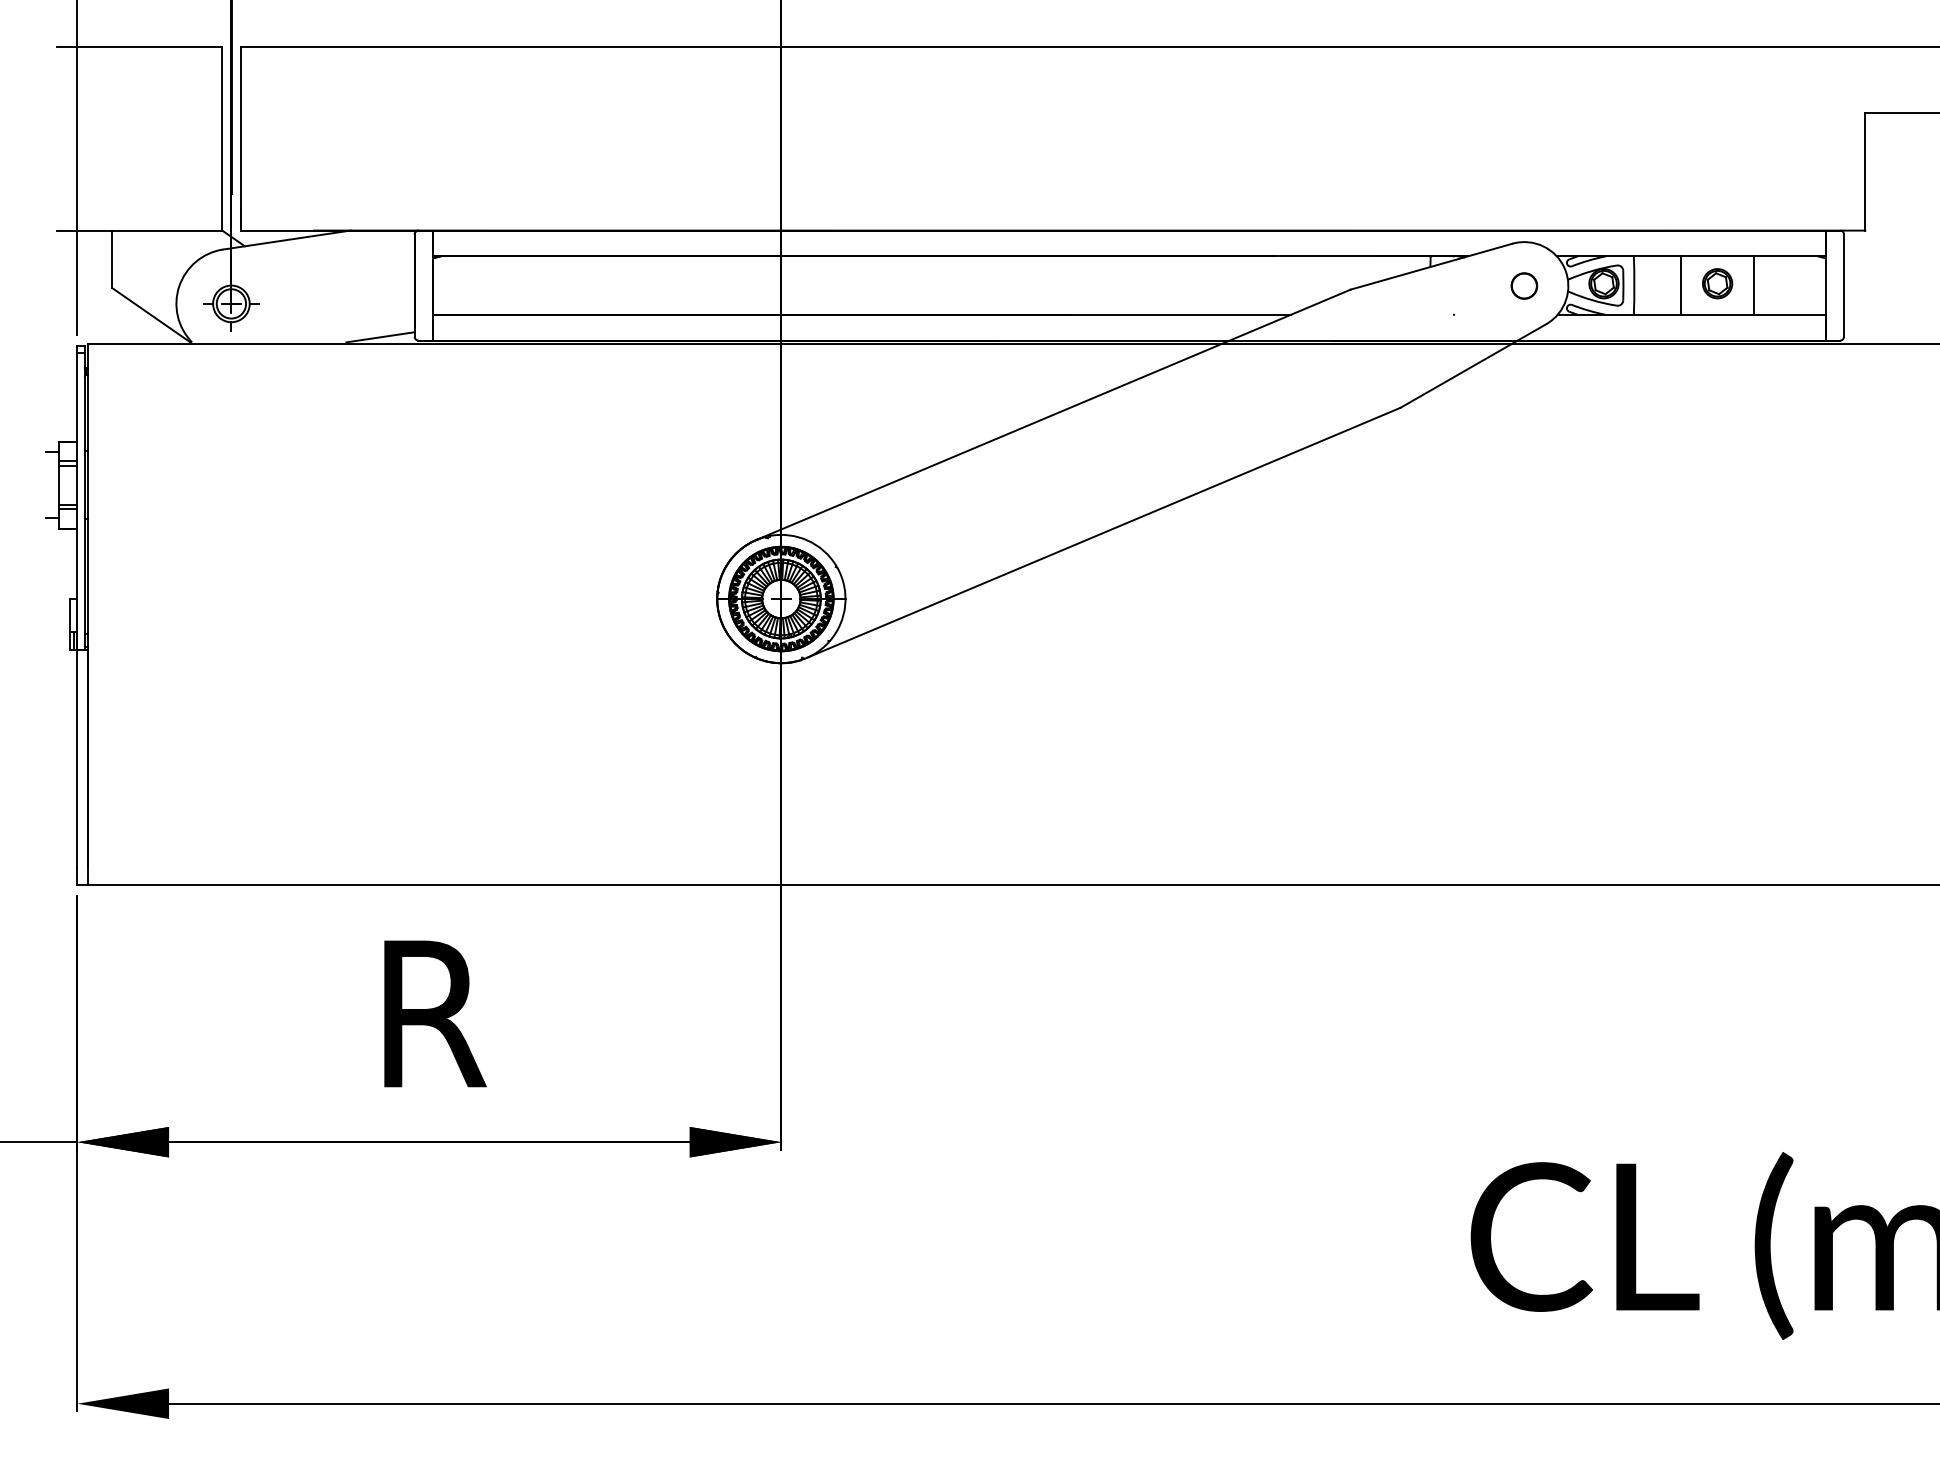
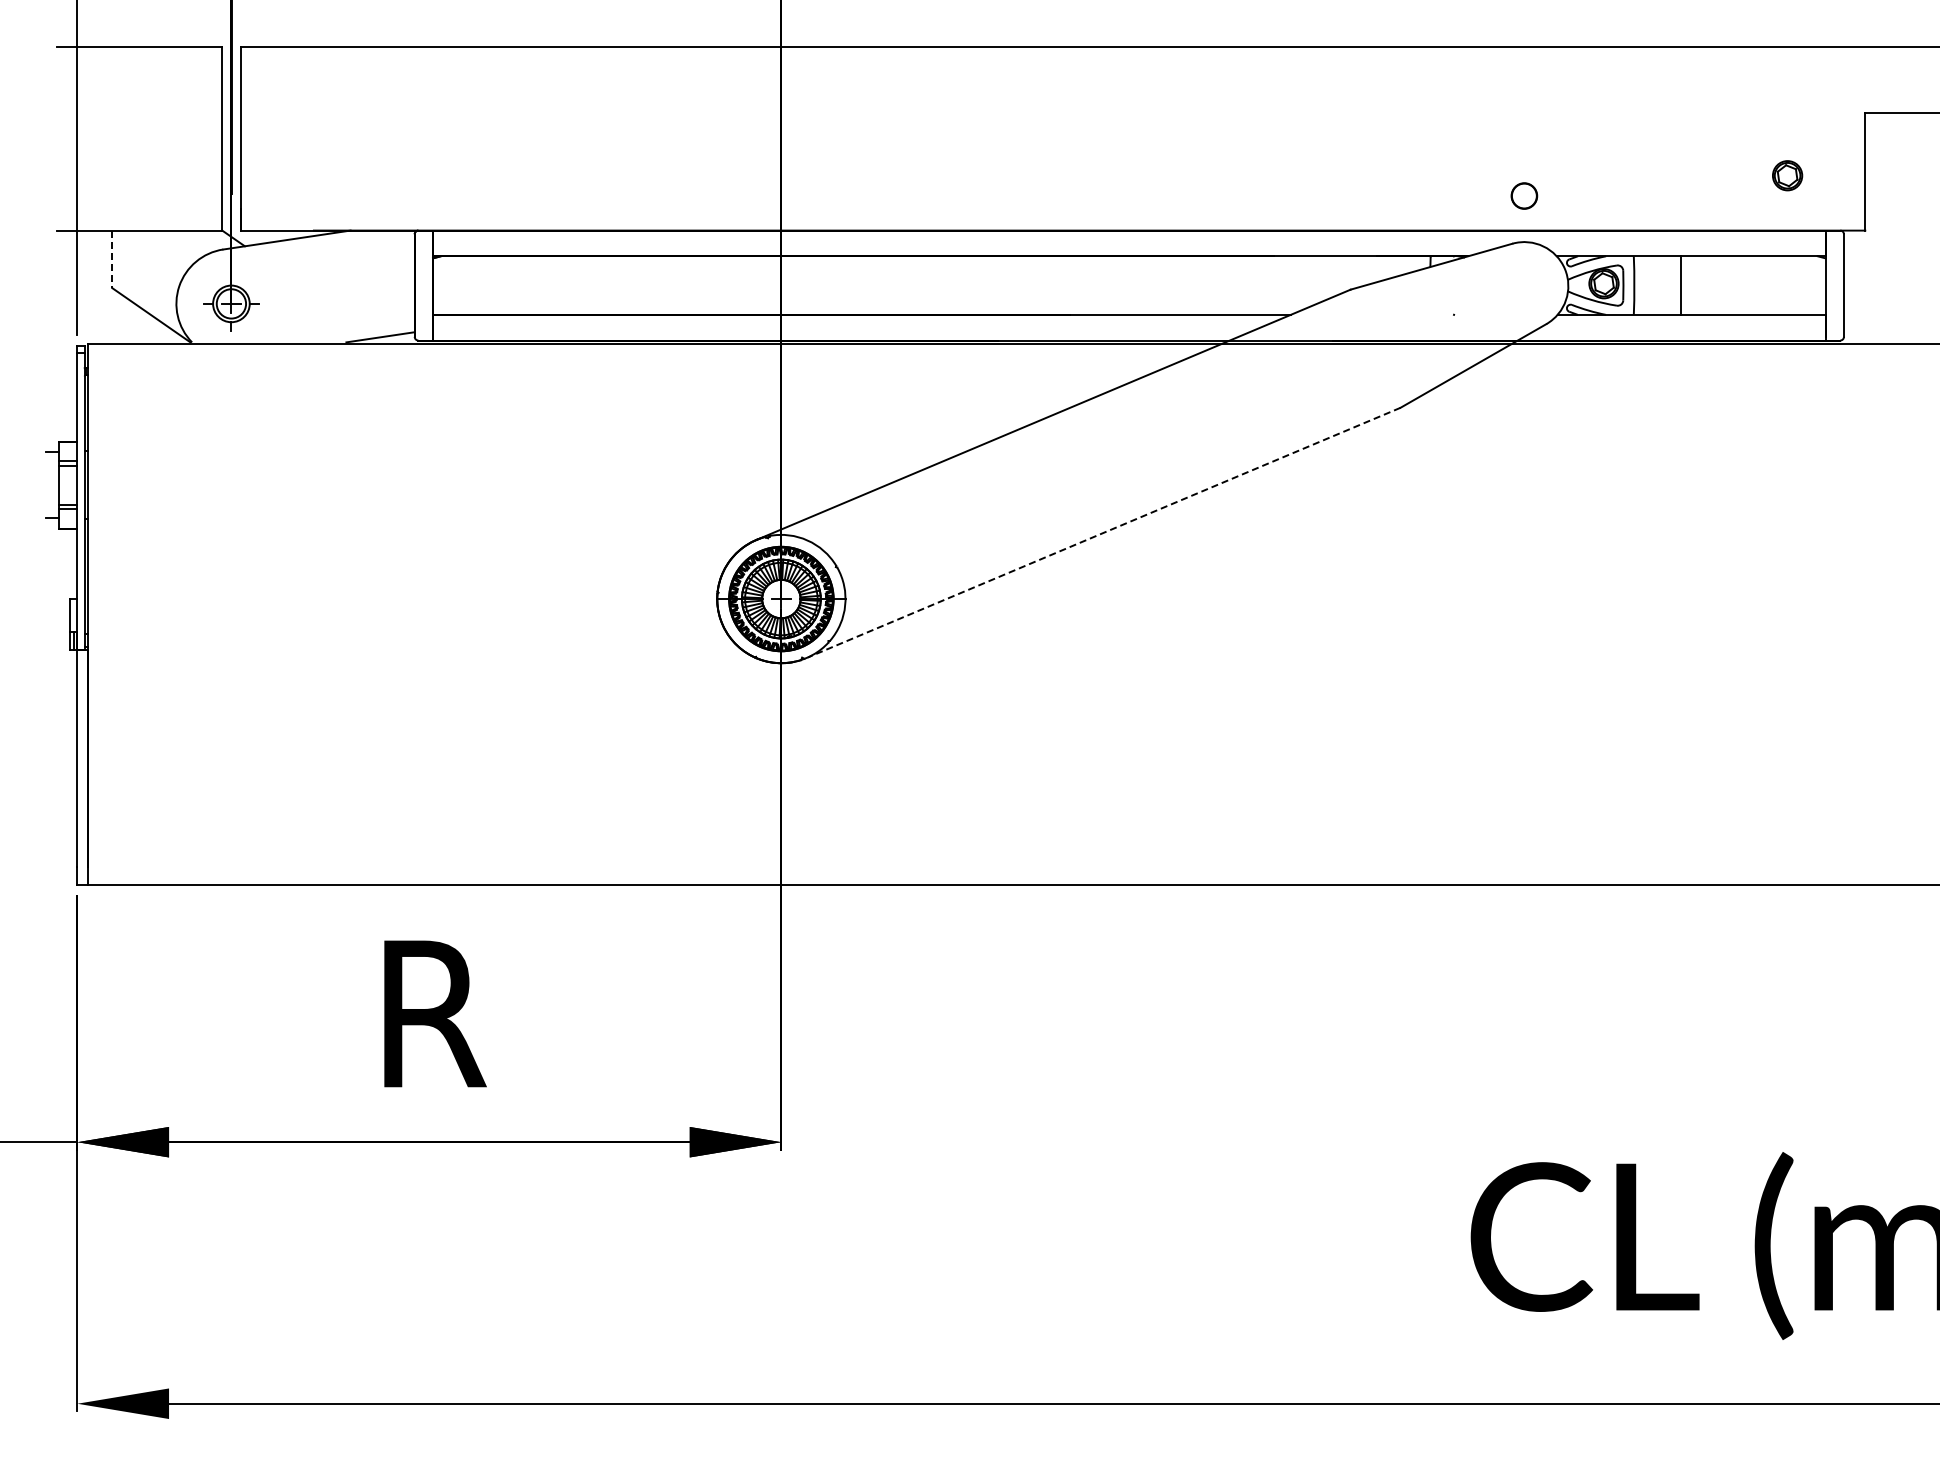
line at (112, 259): solid -> dashed
part at (1717, 283) position: (1717, 283) -> (1787, 175)
part at (1524, 285) position: (1524, 285) -> (1524, 195)
line at (1754, 285): present -> none
line at (1103, 532): solid -> dashed
